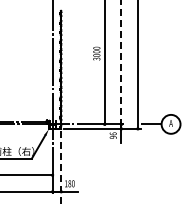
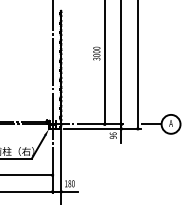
line at (121, 65): dashed -> solid
line at (61, 168): dashed -> solid
